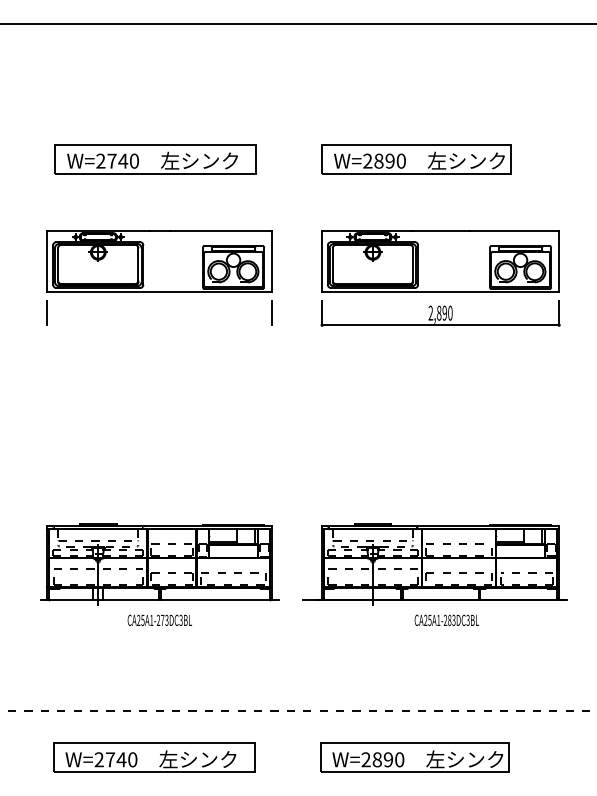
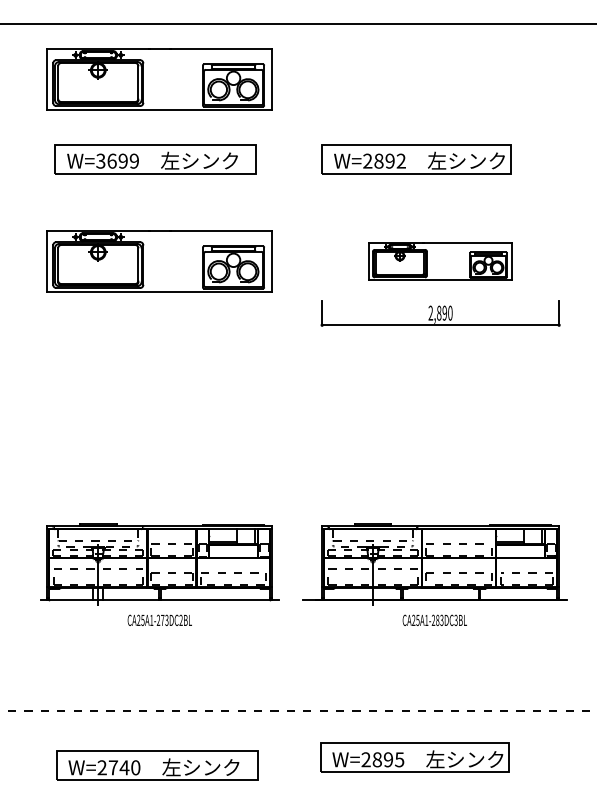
part at (159, 79): none -> present
text at (117, 160): W=2740 -> W=3699
text at (400, 160): W=2890 -> W=2892
part at (440, 261) size: 239x63 px -> 145x39 px
line at (47, 312): present -> none
line at (272, 312): present -> none
text at (446, 619) position: (446, 619) -> (434, 619)
text at (180, 620): CA25A1-273DC3BL -> CA25A1-273DC2BL
part at (154, 757) position: (154, 757) -> (157, 765)
text at (399, 759): W=2890 -> W=2895
